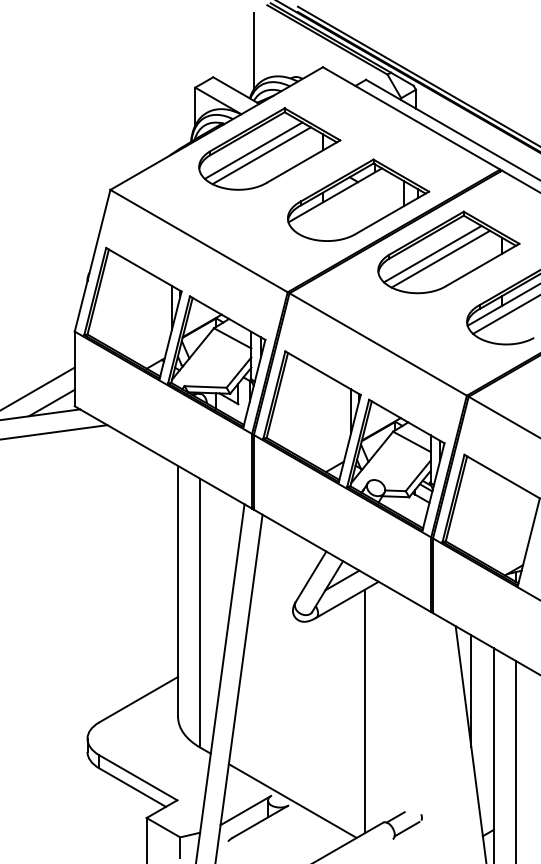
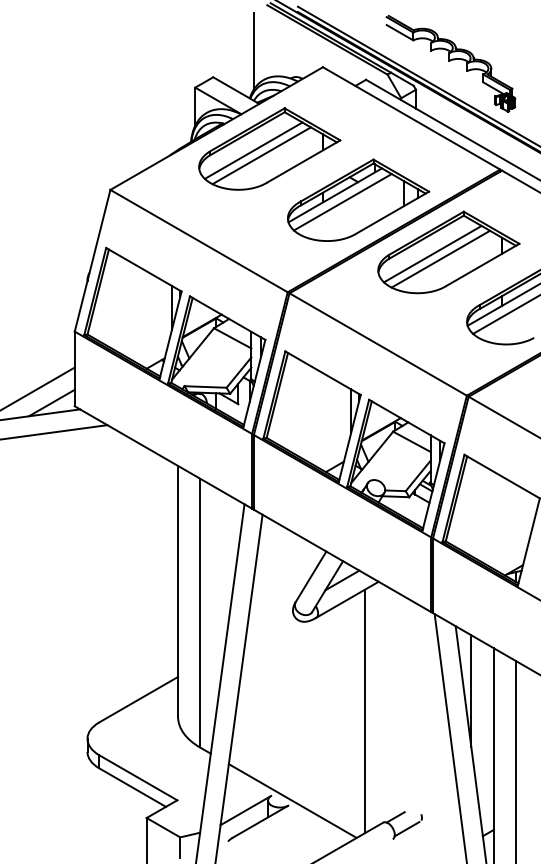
part at (450, 63): none -> present
line at (342, 202): none -> present
line at (450, 737): none -> present
